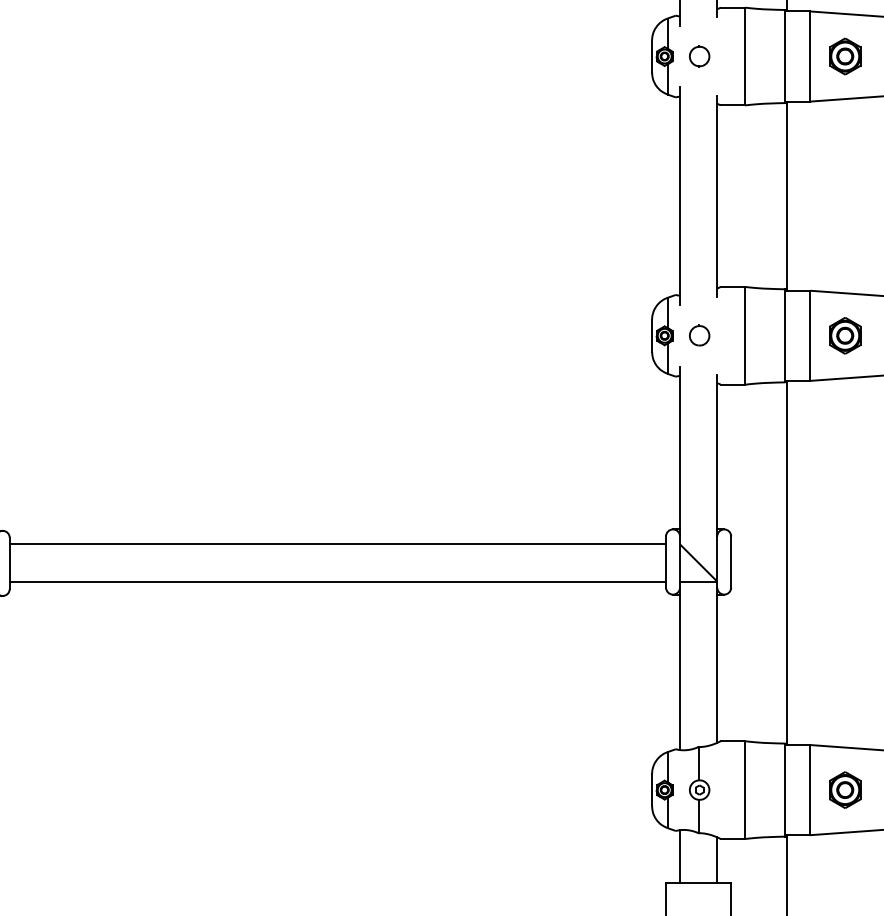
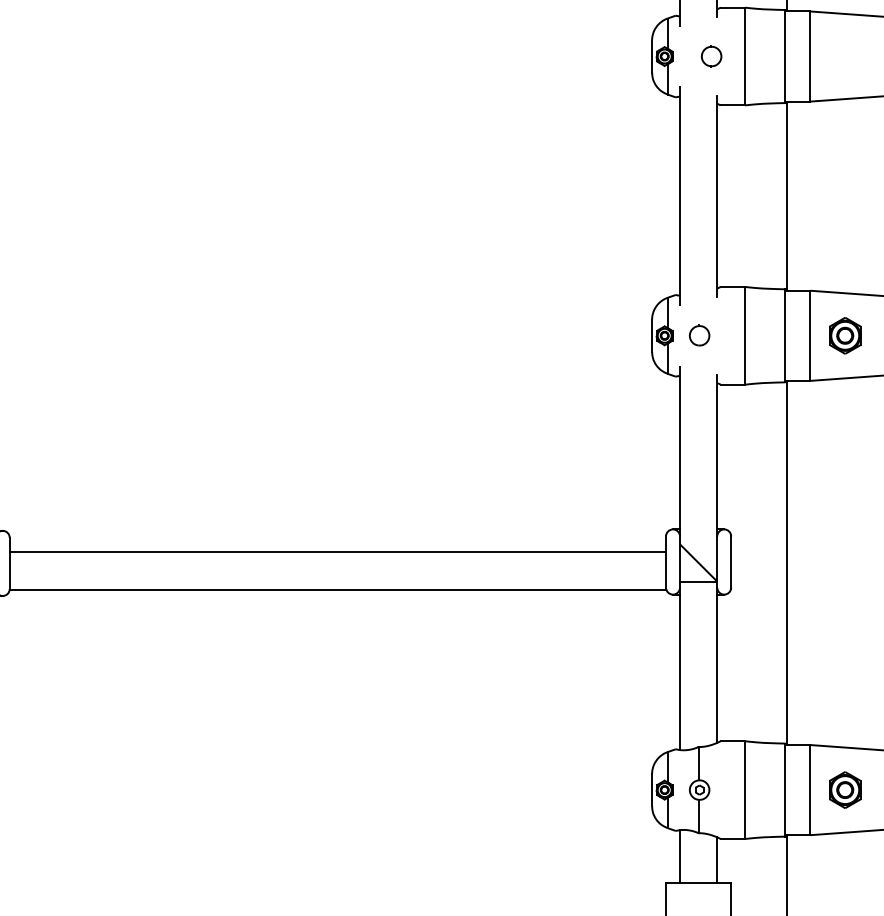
part at (699, 56) position: (699, 56) -> (711, 56)
part at (845, 56): present -> none
line at (337, 544) position: (337, 544) -> (337, 552)
line at (337, 581) position: (337, 581) -> (337, 589)
